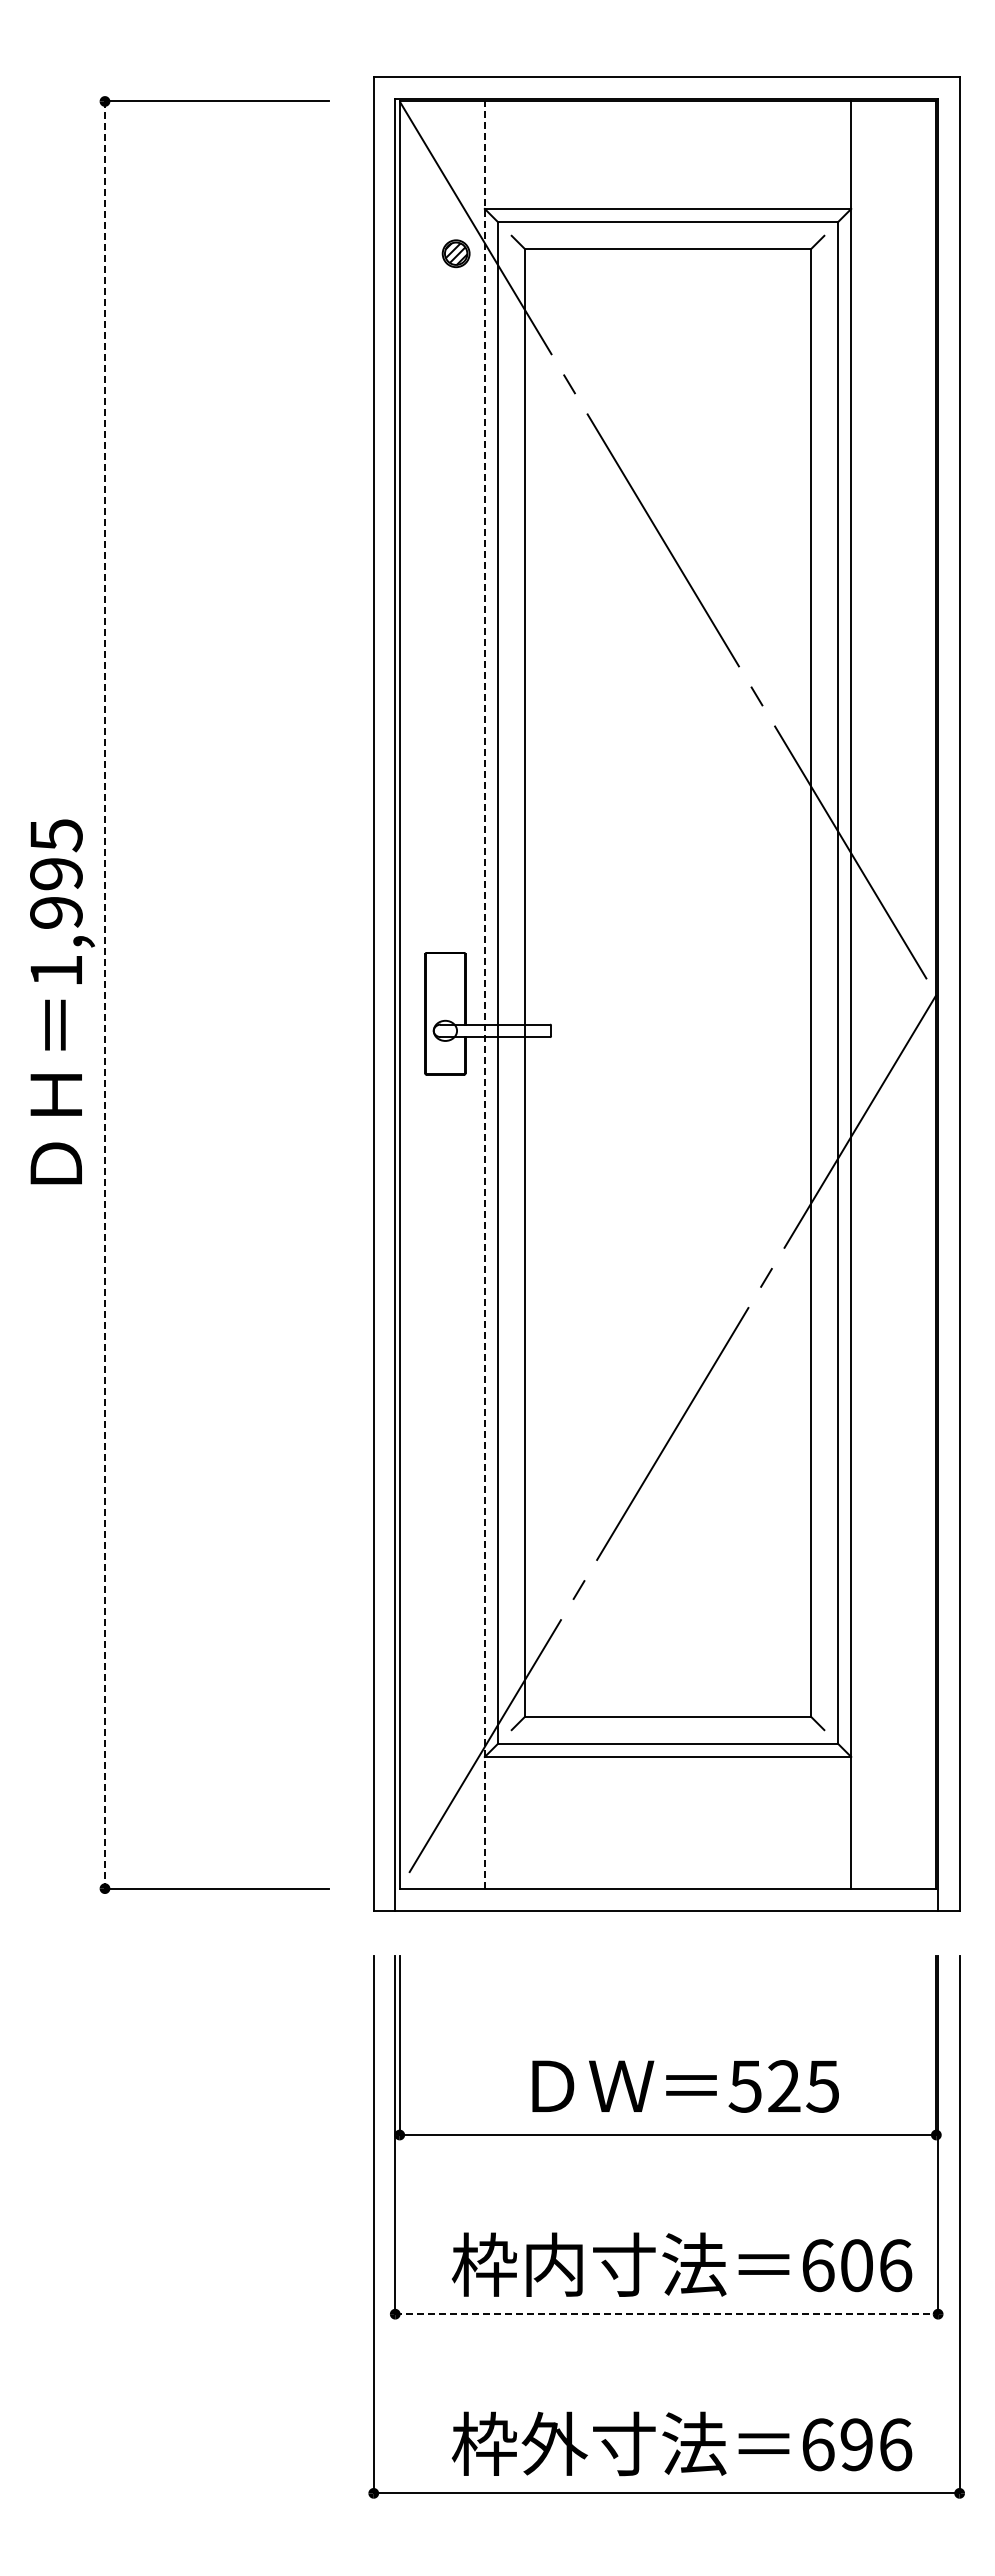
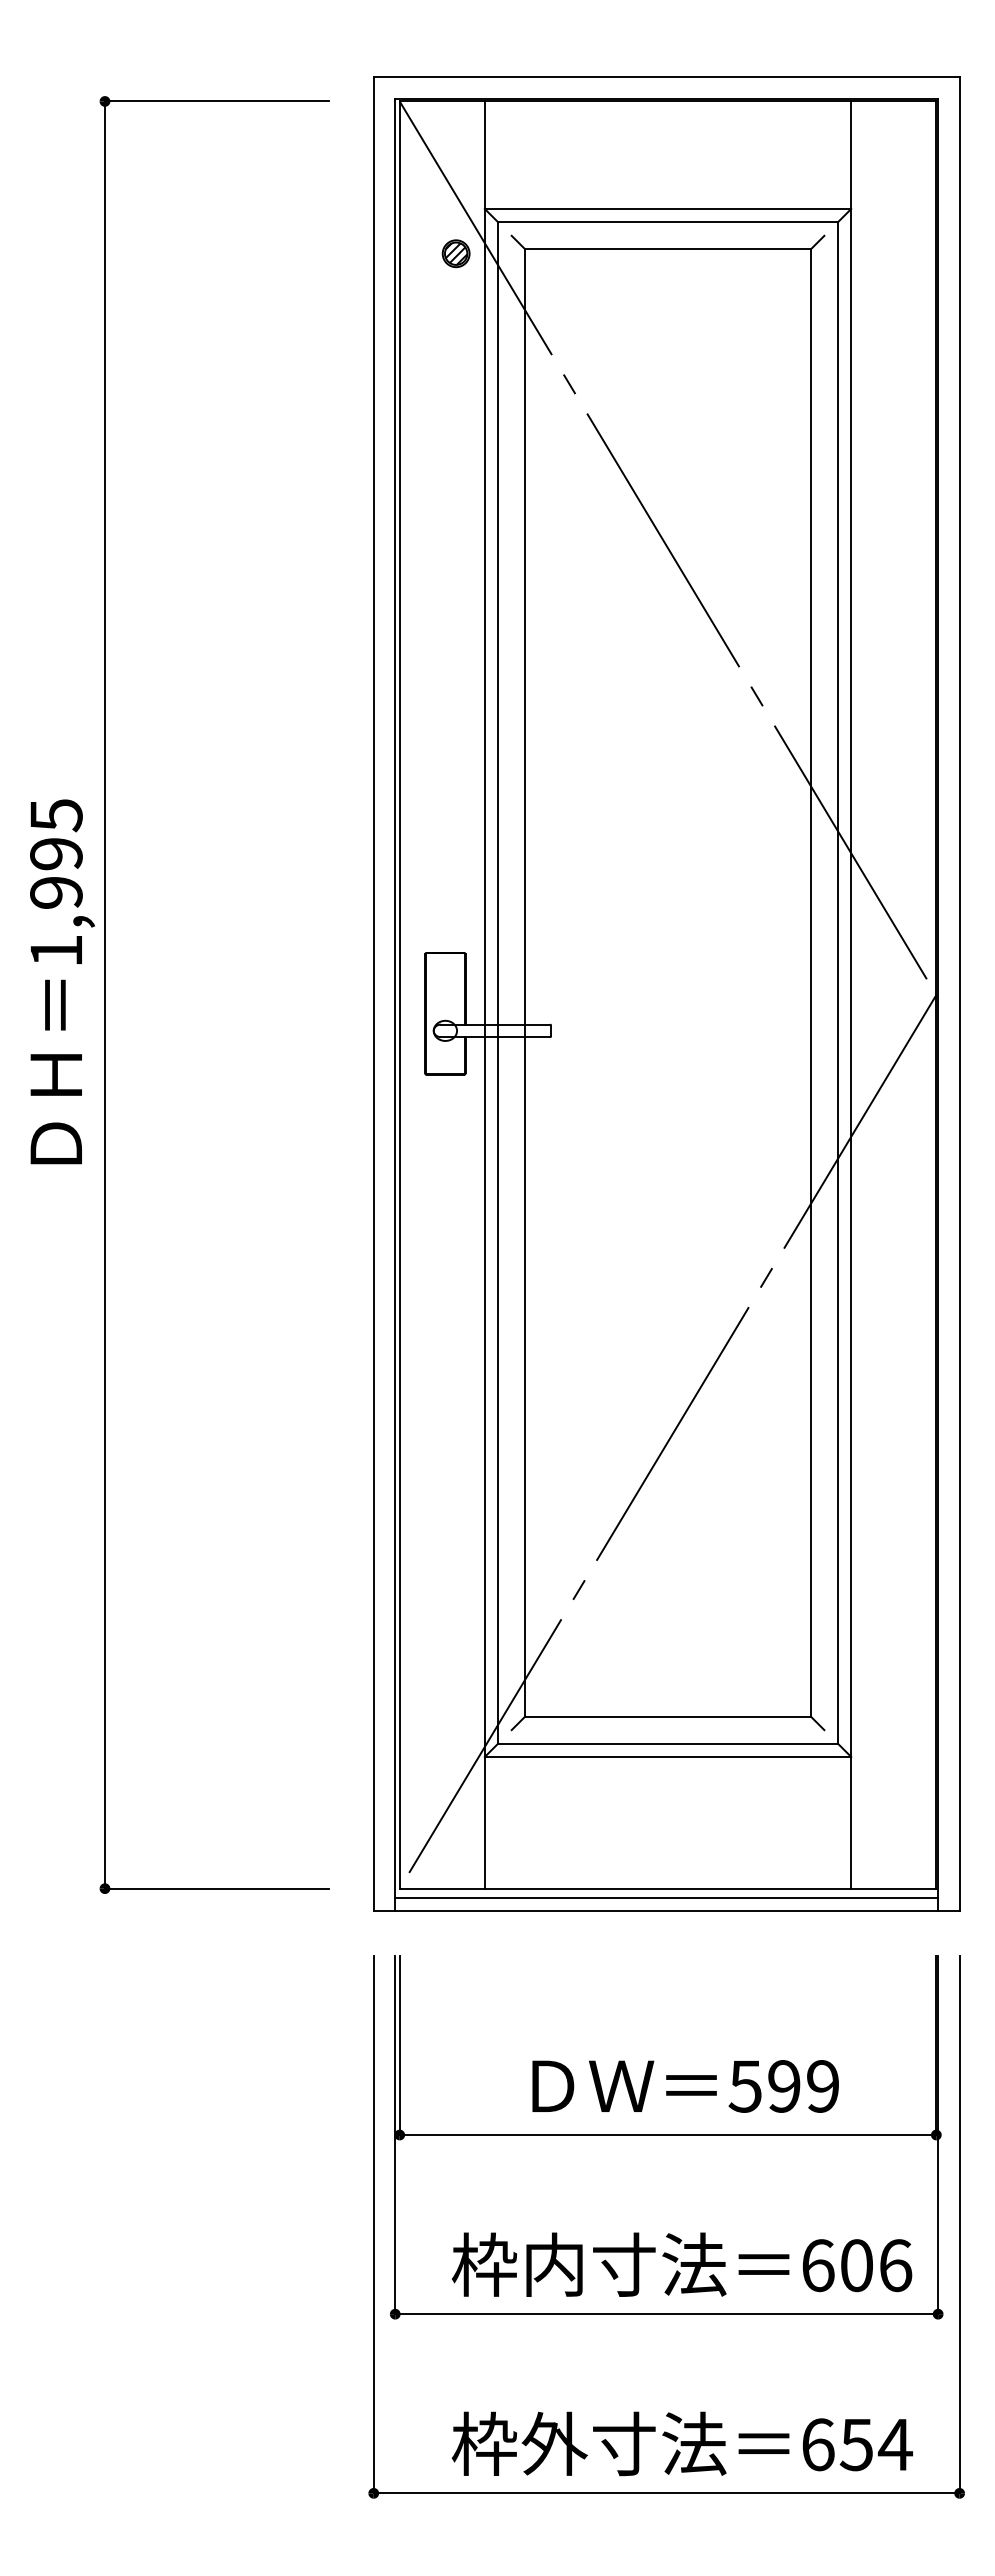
line at (105, 995): dashed -> solid
line at (484, 995): dashed -> solid
text at (62, 1001) position: (62, 1001) -> (62, 981)
line at (666, 1897): none -> present
text at (803, 2086): 525 -> 599
line at (667, 2314): dashed -> solid
text at (875, 2444): 696 -> 654
